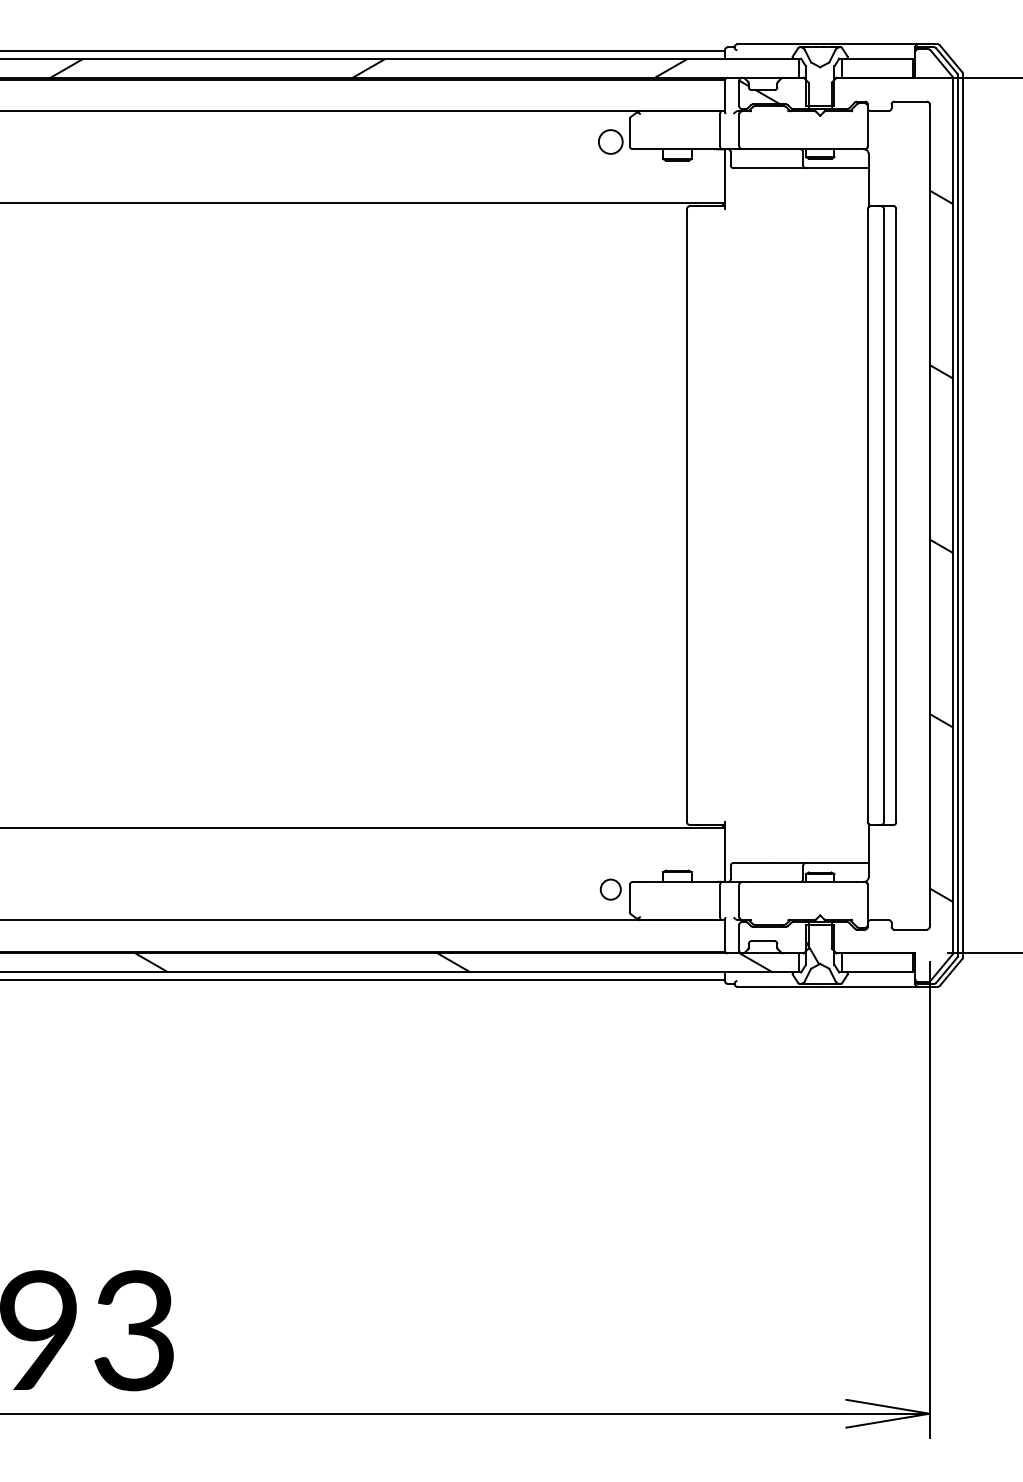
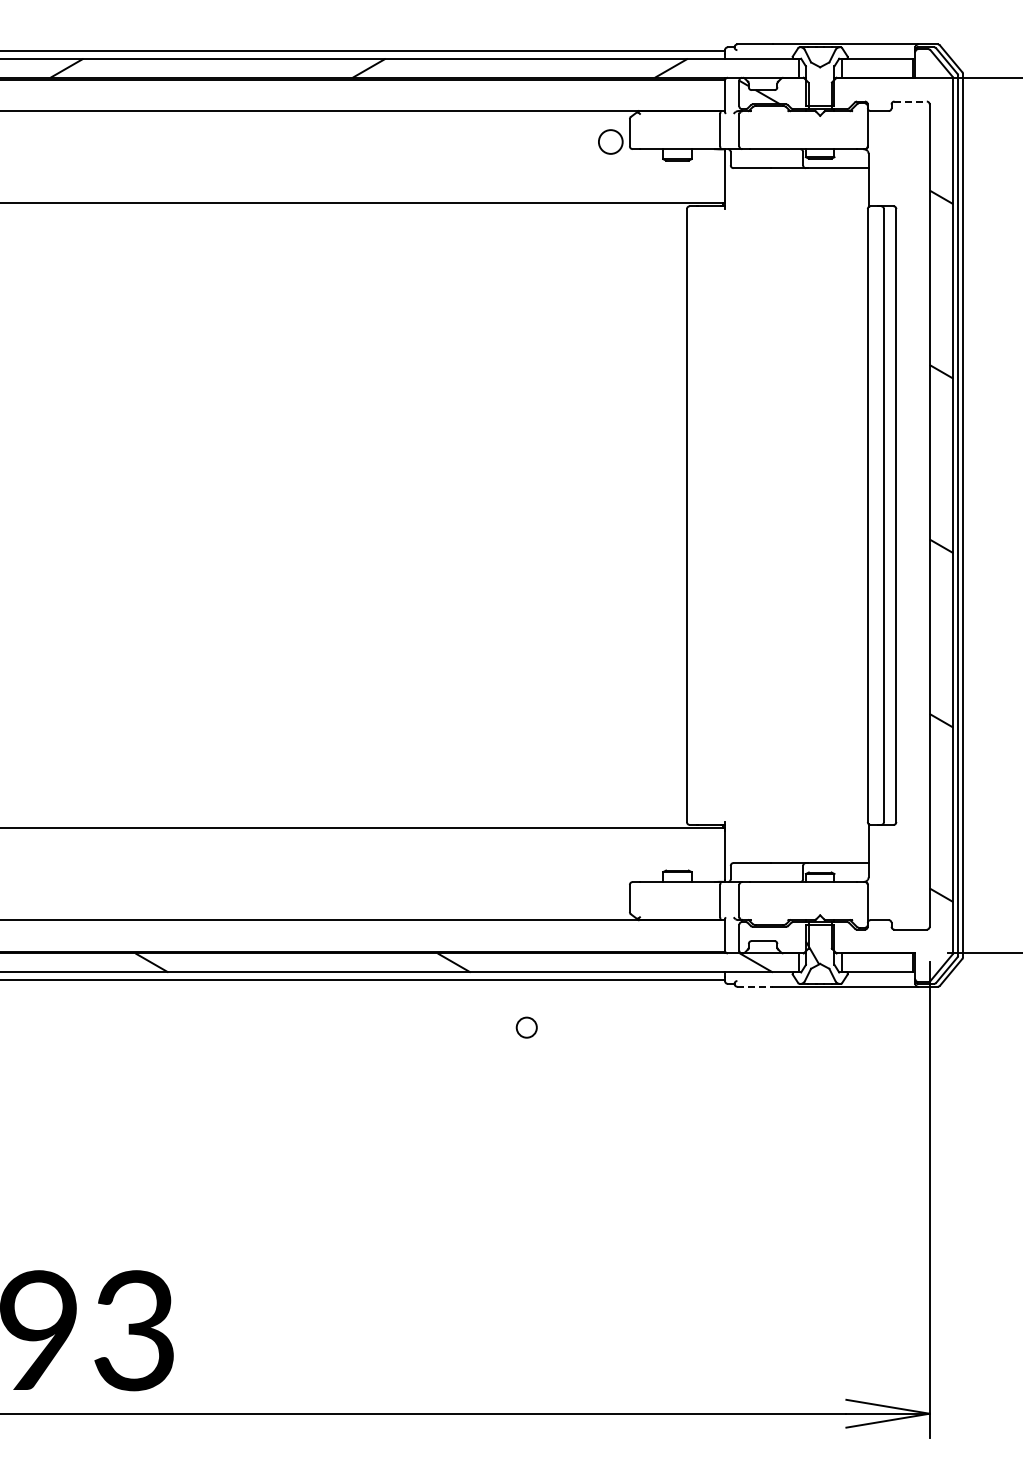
line at (911, 101): solid -> dashed
circle at (610, 889) position: (610, 889) -> (526, 1027)
line at (755, 986): solid -> dashed
